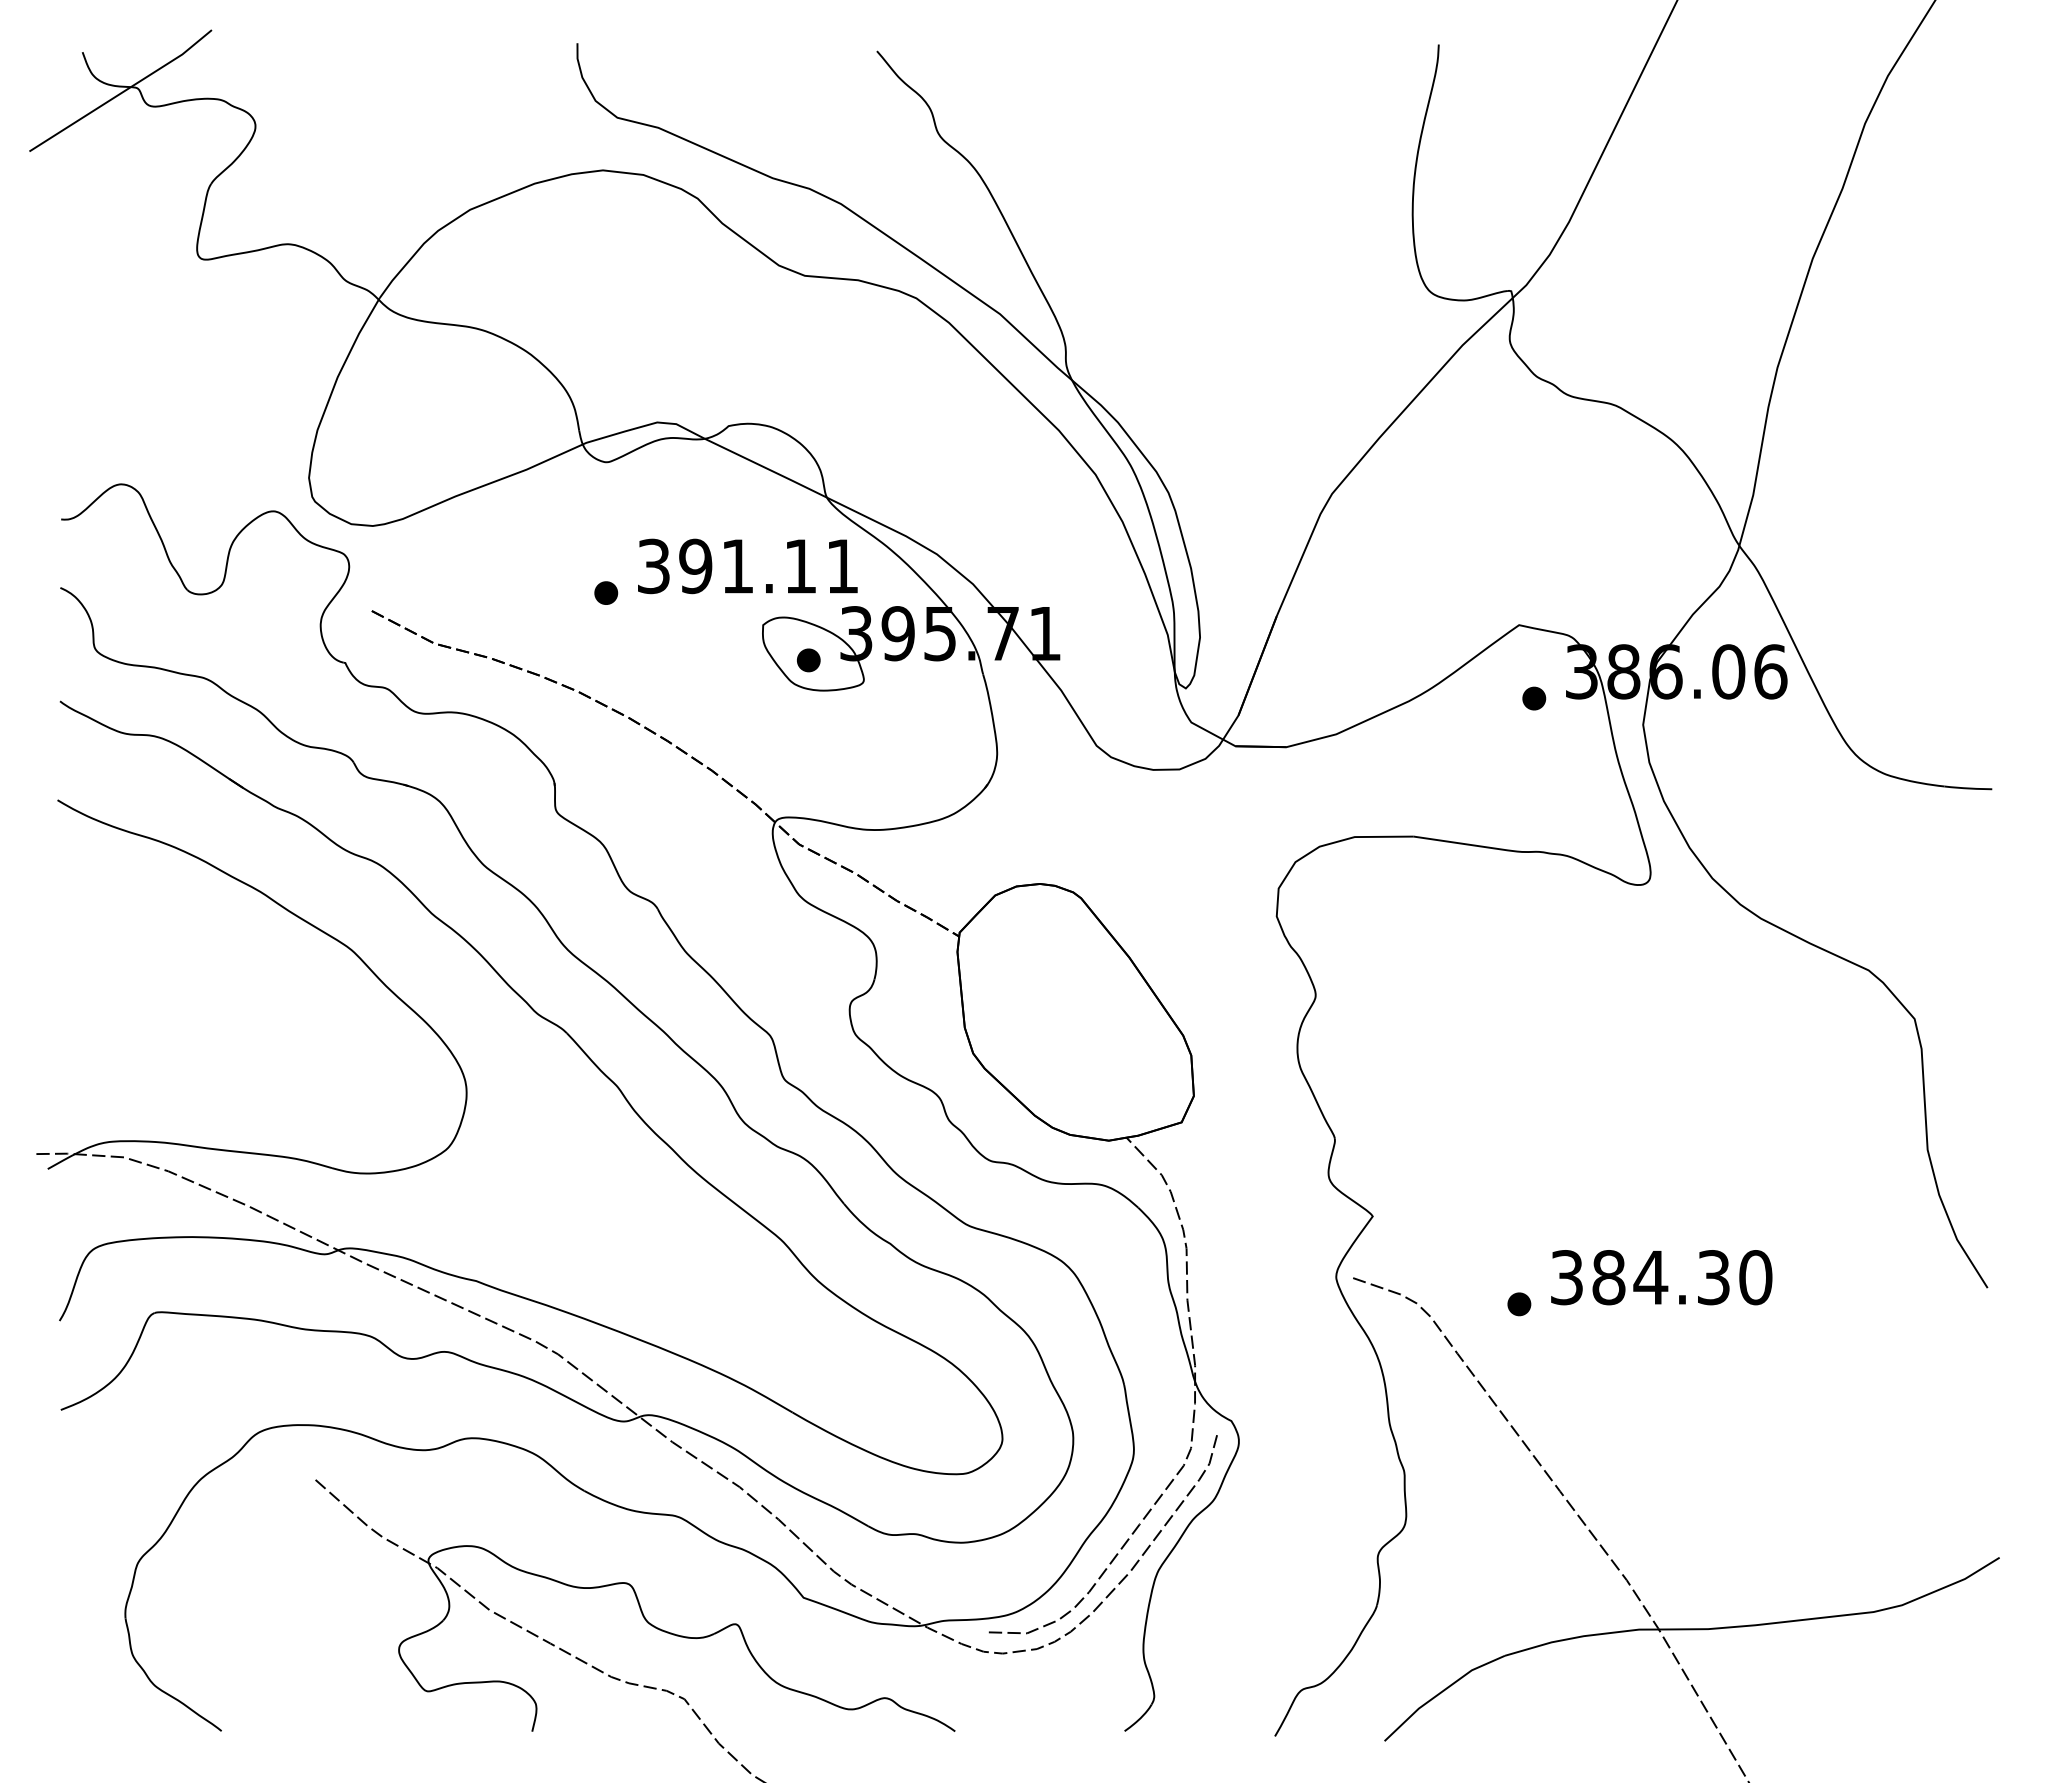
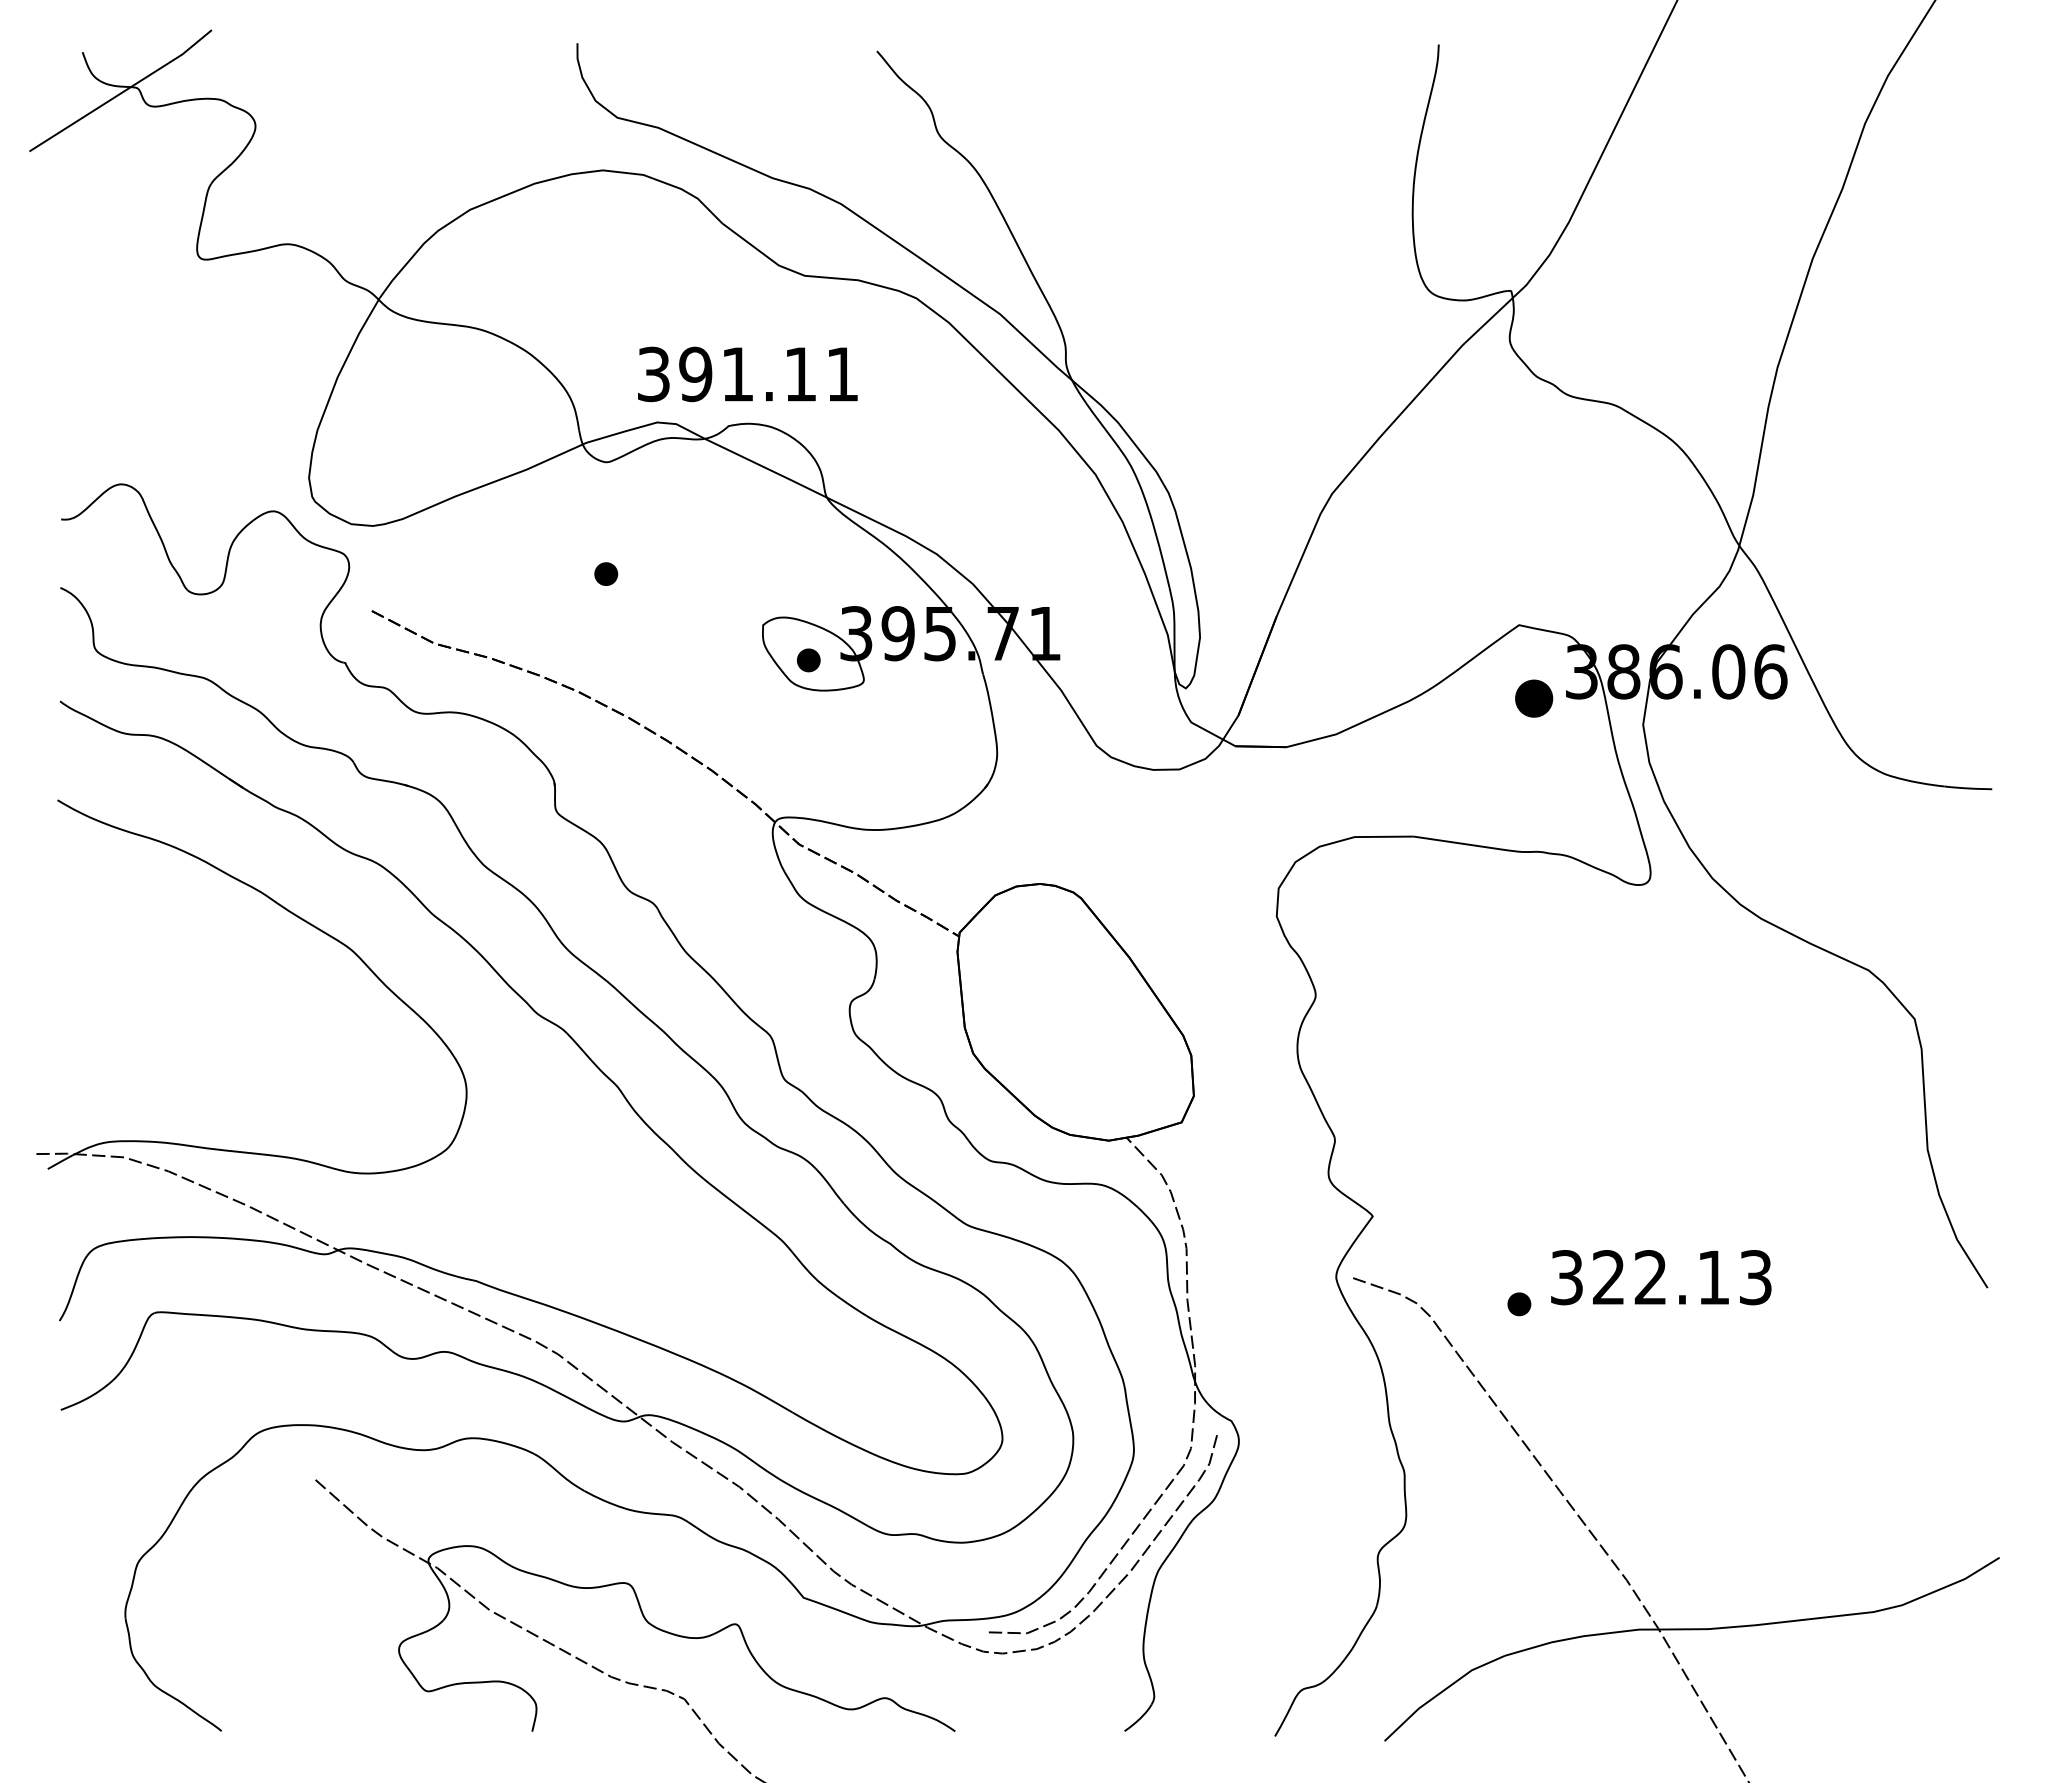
text at (747, 566) position: (747, 566) -> (747, 374)
part at (606, 592) position: (606, 592) -> (606, 573)
part at (1534, 698) size: 25x25 px -> 39x39 px
text at (1682, 1277): 384.30 -> 322.13
